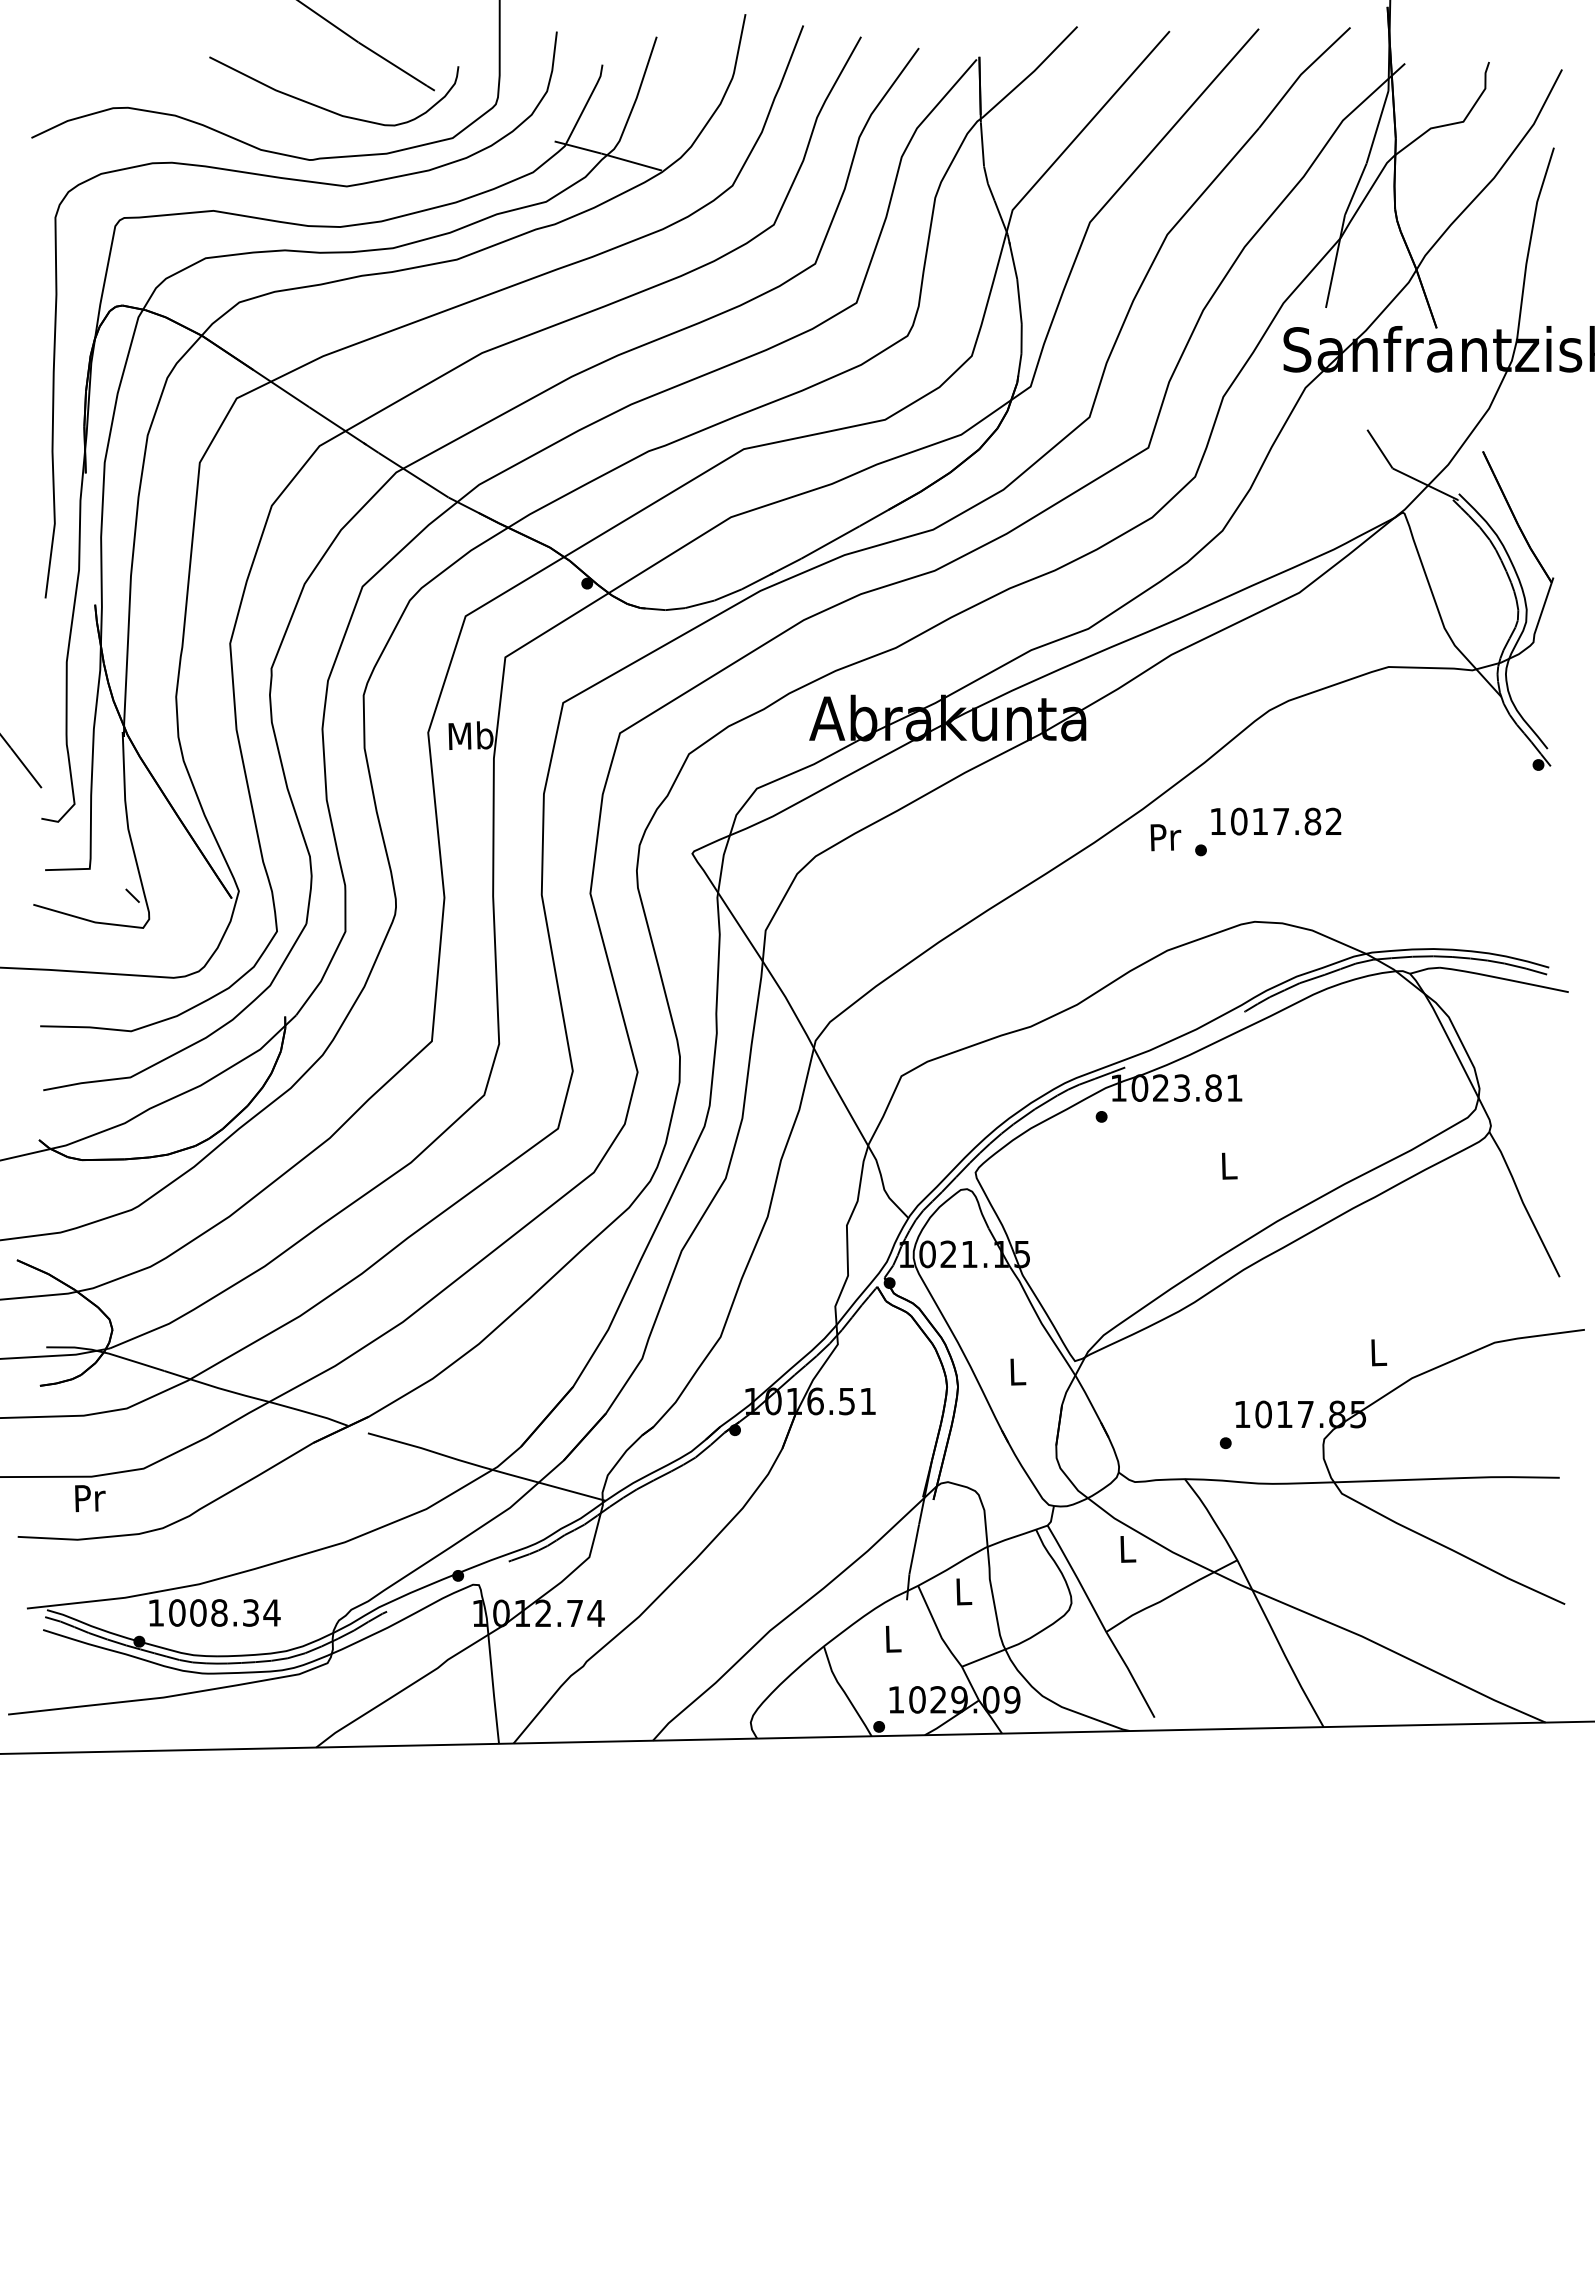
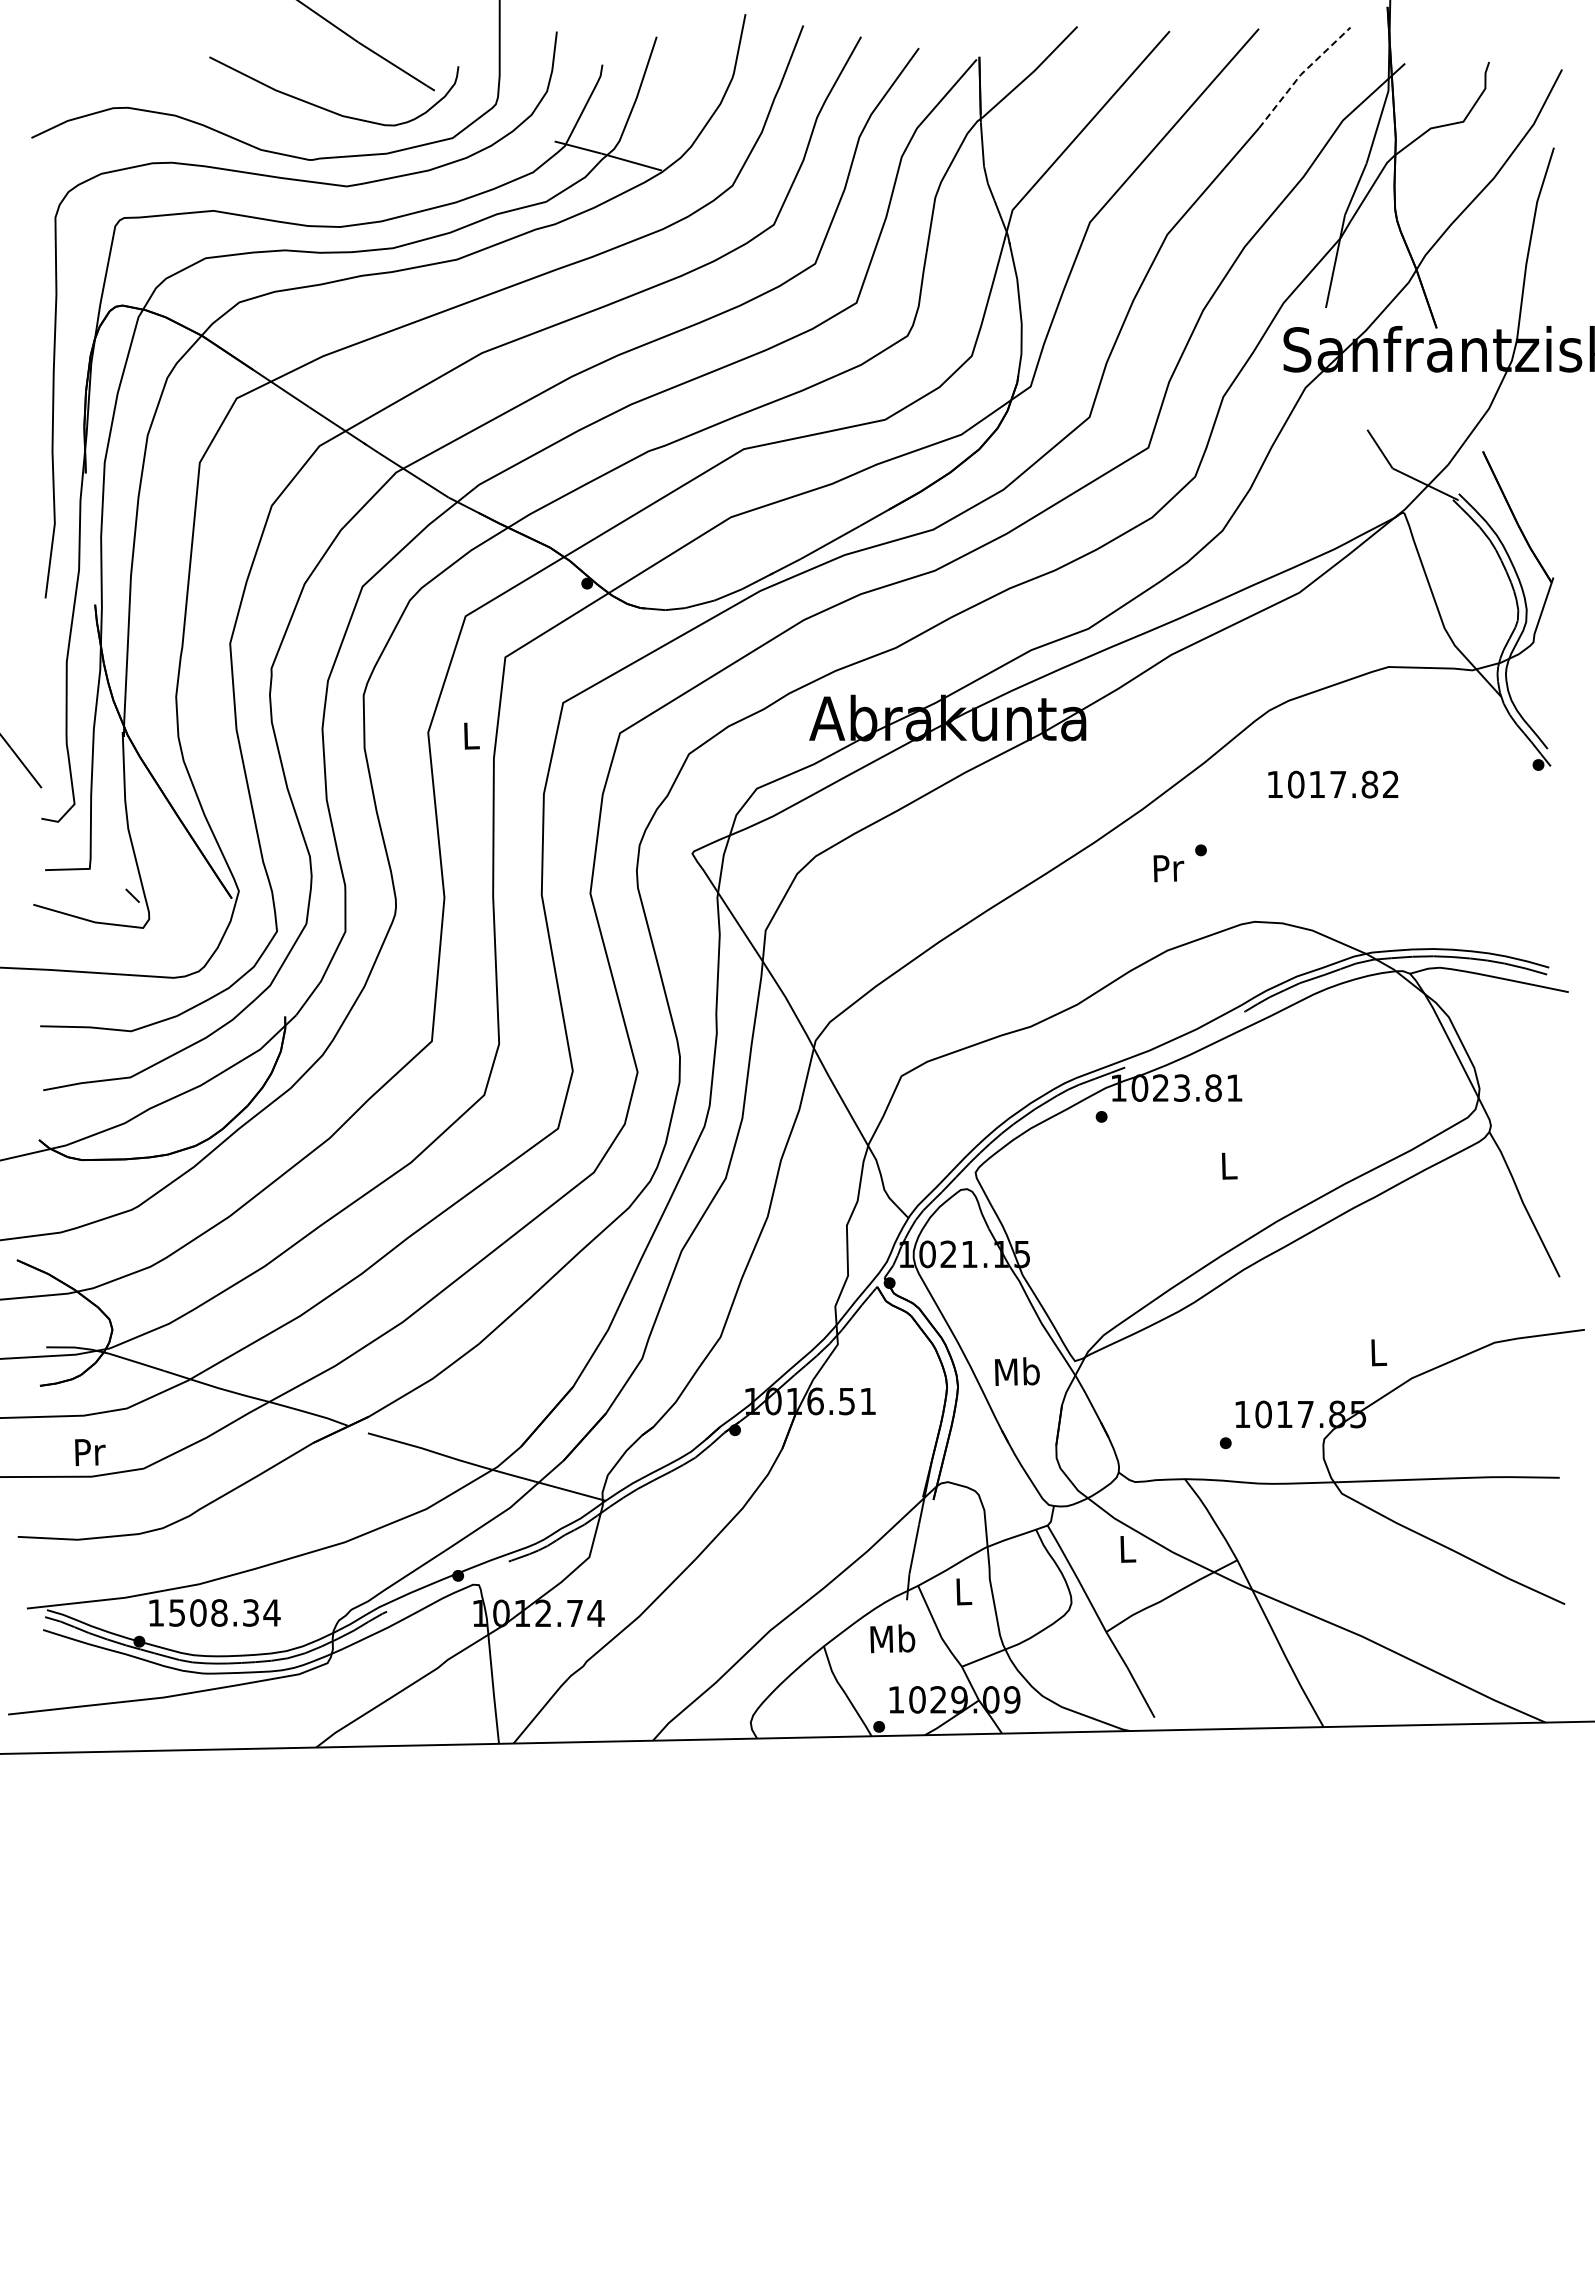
line at (1300, 74): solid -> dashed
text at (470, 735): Mb -> L
text at (1276, 821) position: (1276, 821) -> (1333, 784)
text at (1165, 837) position: (1165, 837) -> (1168, 868)
text at (1017, 1371): L -> Mb
text at (90, 1498) position: (90, 1498) -> (90, 1452)
text at (177, 1612): 1008.34 -> 1508.34
text at (892, 1638): L -> Mb
